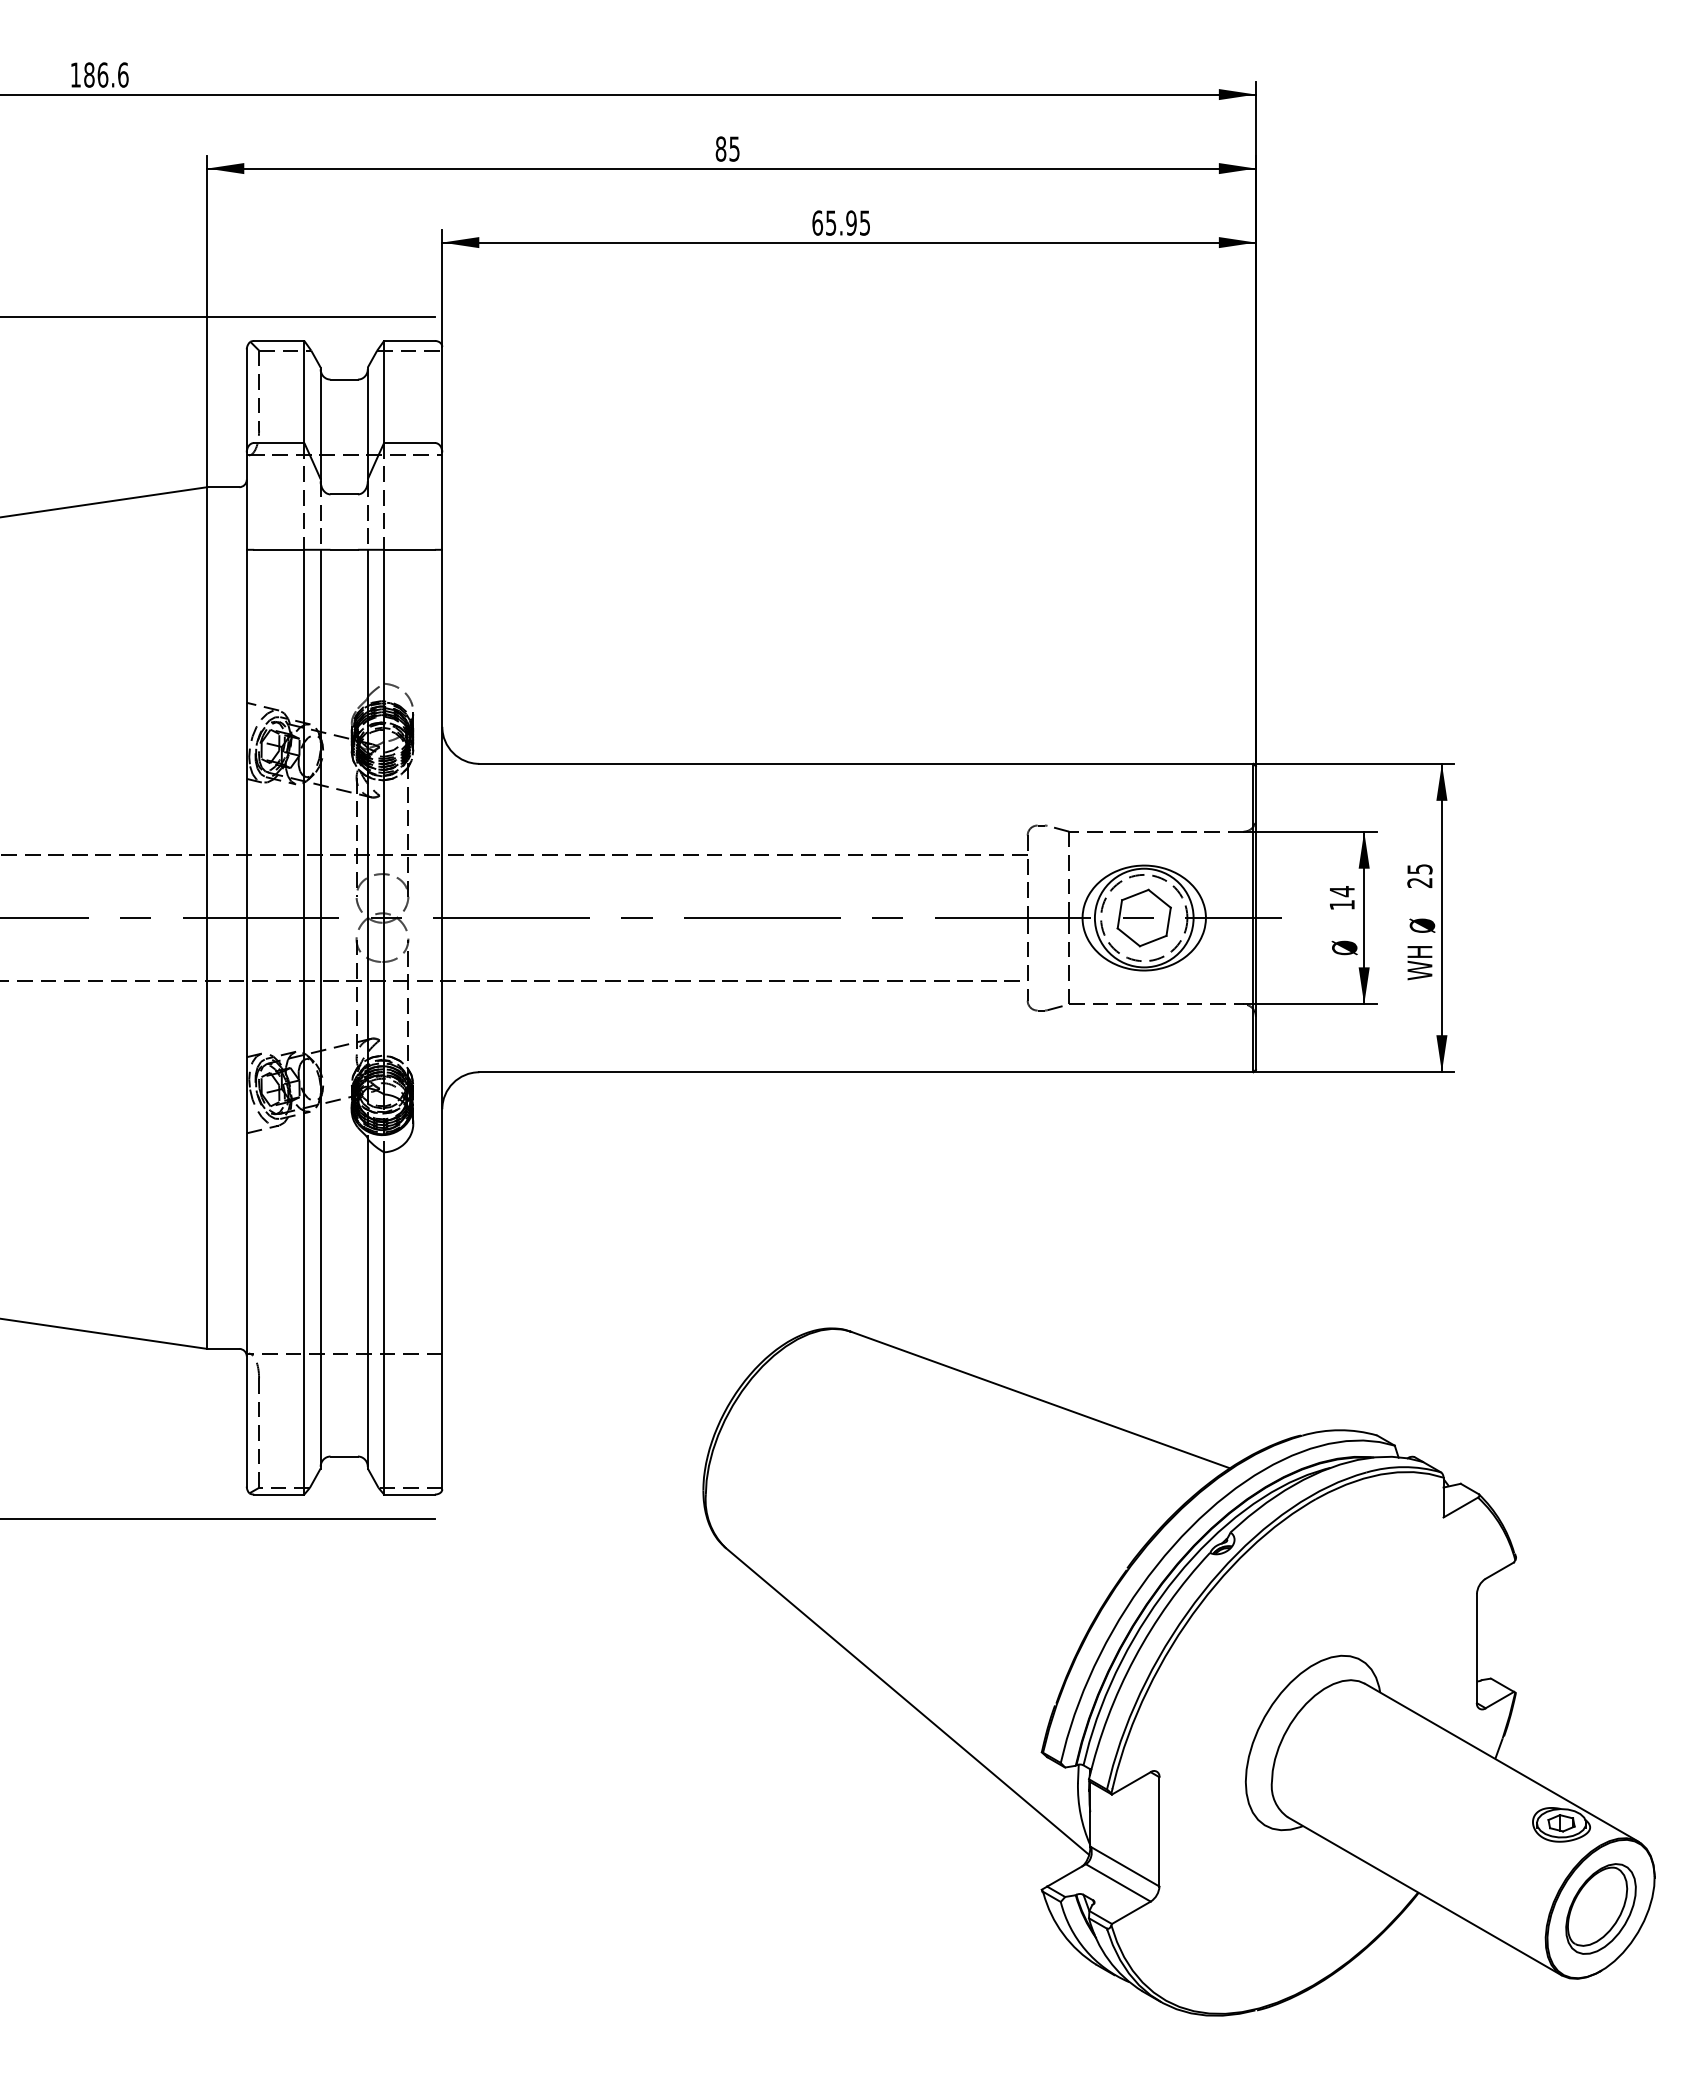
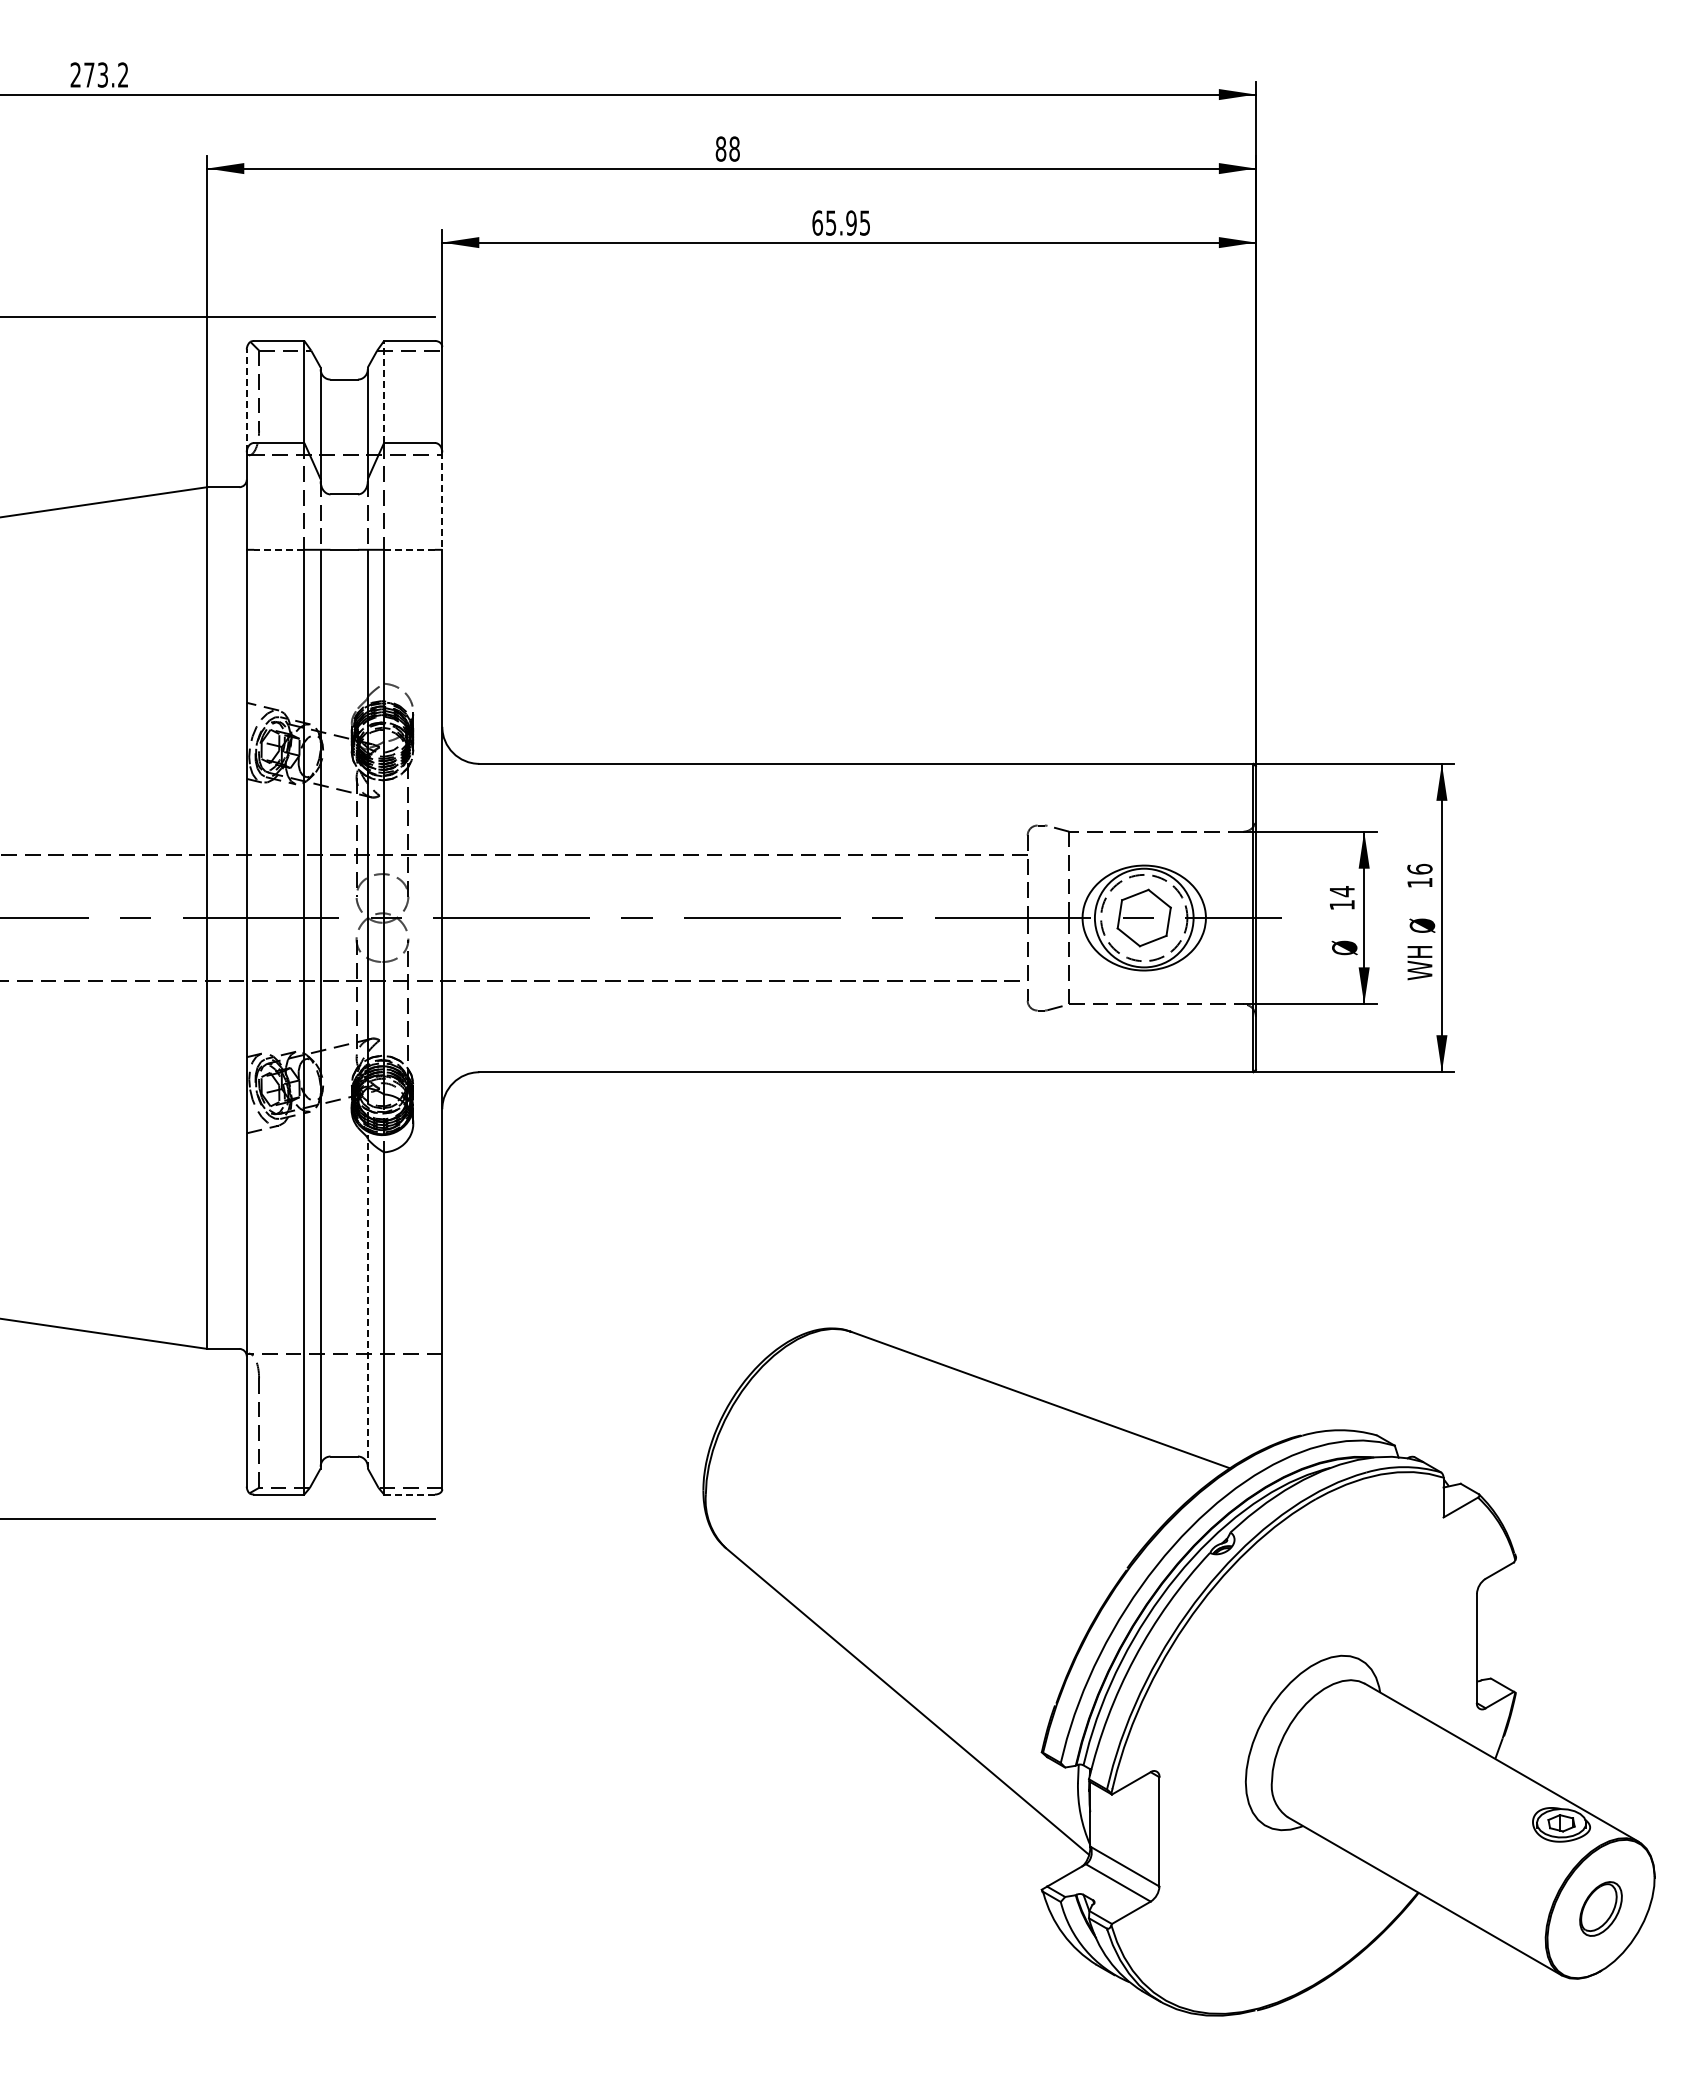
text at (99, 74): 186.6 -> 273.2
text at (734, 148): 85 -> 88
line at (384, 391): solid -> dashed
line at (246, 400): solid -> dashed
line at (442, 501): solid -> dashed
line at (278, 549): solid -> dashed
line at (409, 549): solid -> dashed
text at (1419, 875): 25 -> 16
line at (367, 1303): solid -> dashed
line at (410, 1494): solid -> dashed
part at (1600, 1908) size: 72x92 px -> 44x56 px
